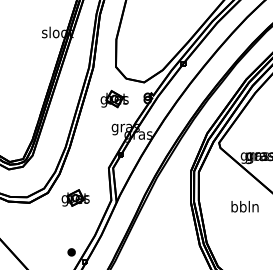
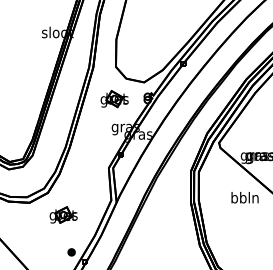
part at (75, 197) position: (75, 197) -> (63, 214)
text at (244, 206) position: (244, 206) -> (244, 197)
